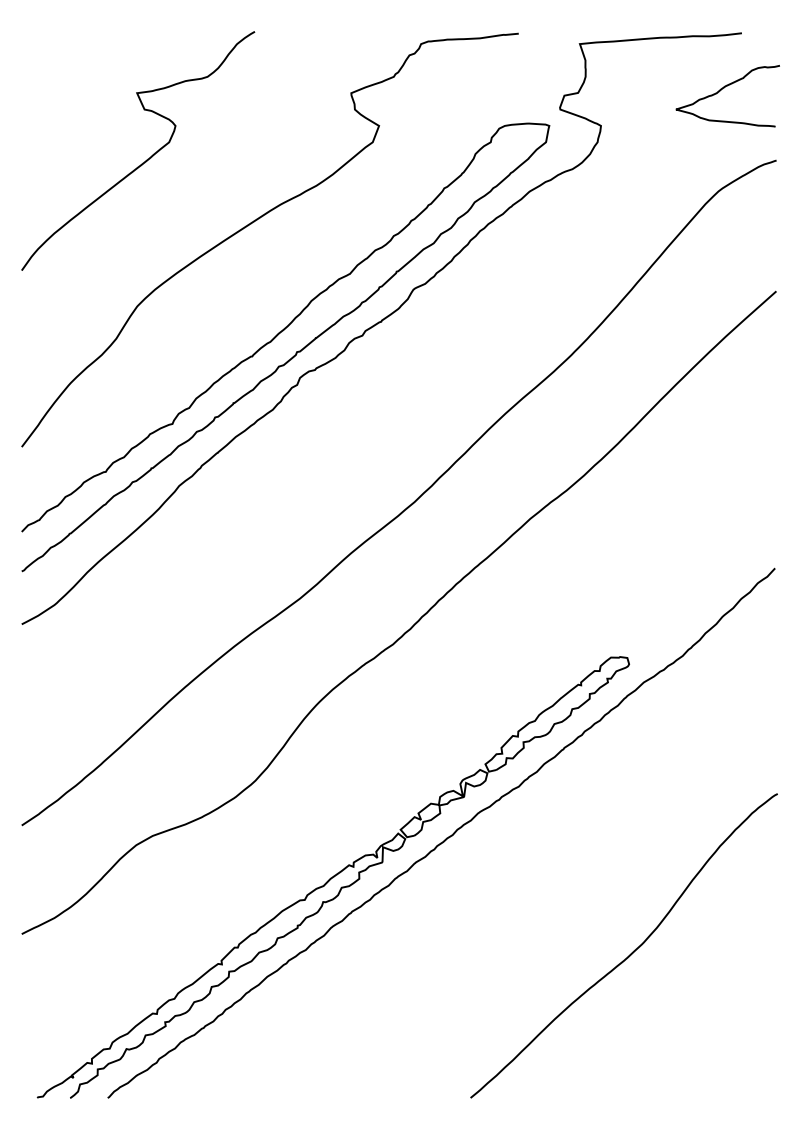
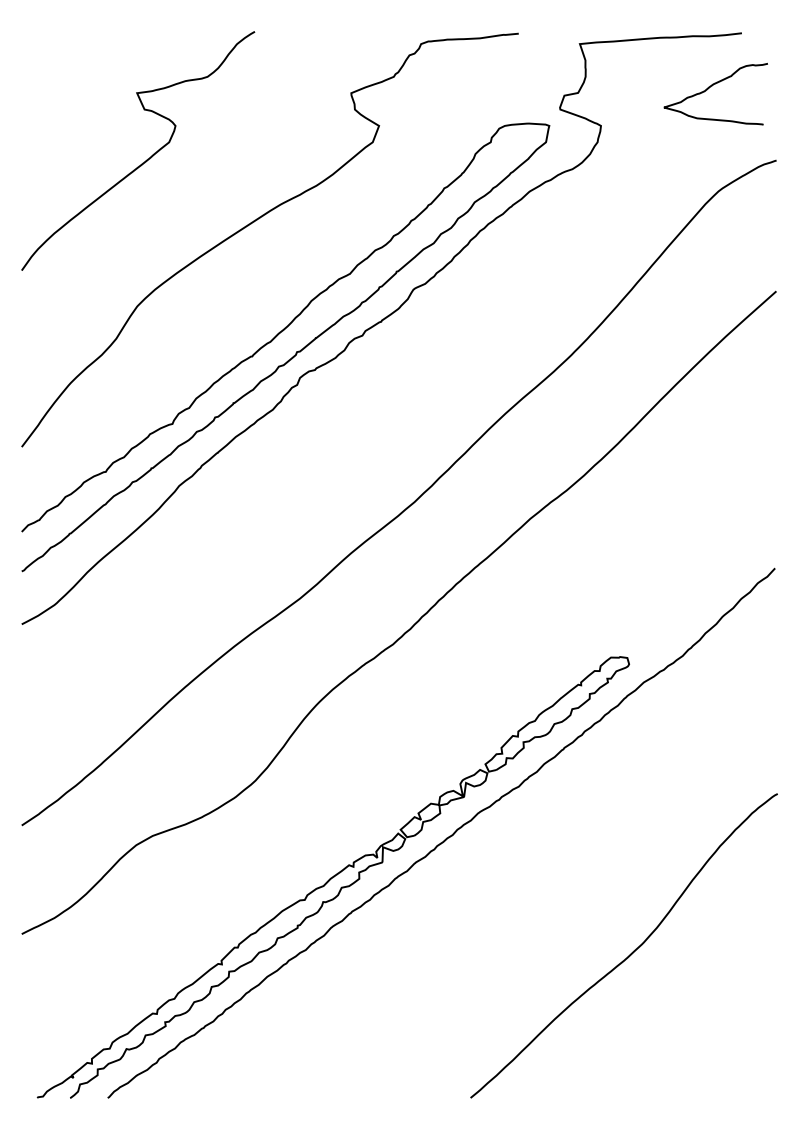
curve at (721, 90) position: (721, 90) -> (709, 88)
